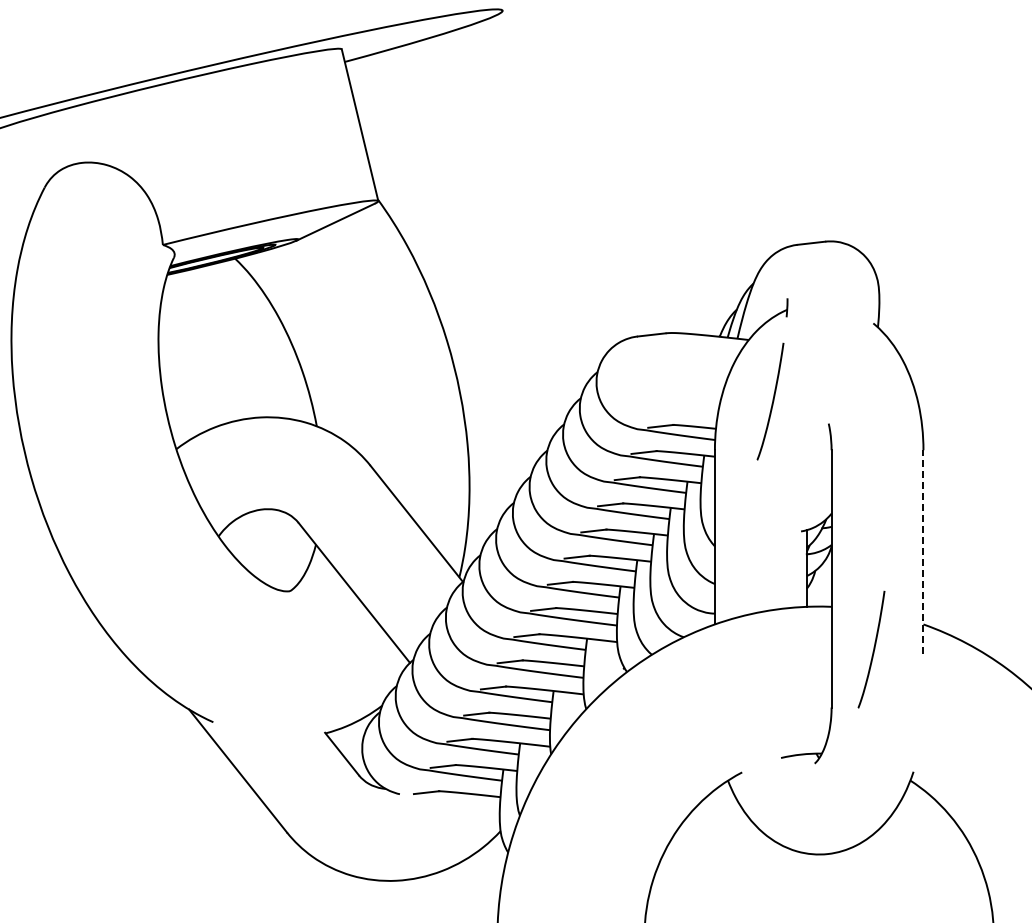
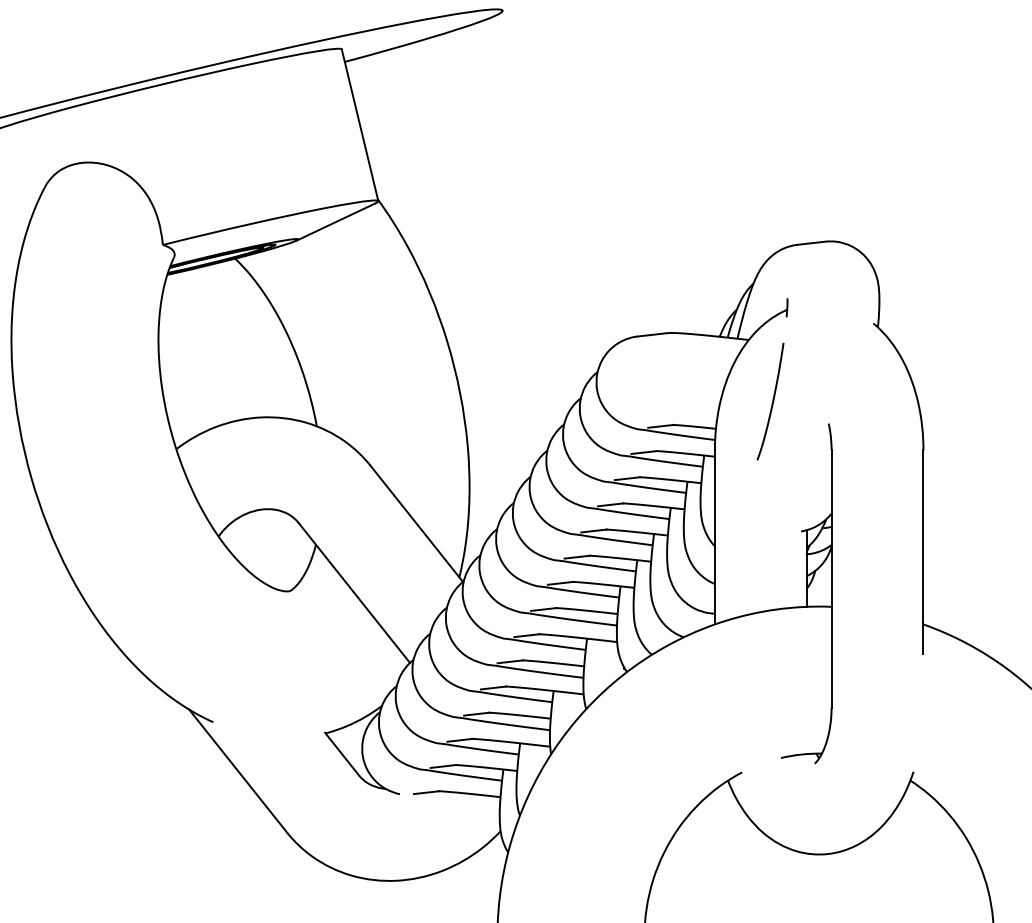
line at (923, 551): dashed -> solid
curve at (873, 649): present -> none
